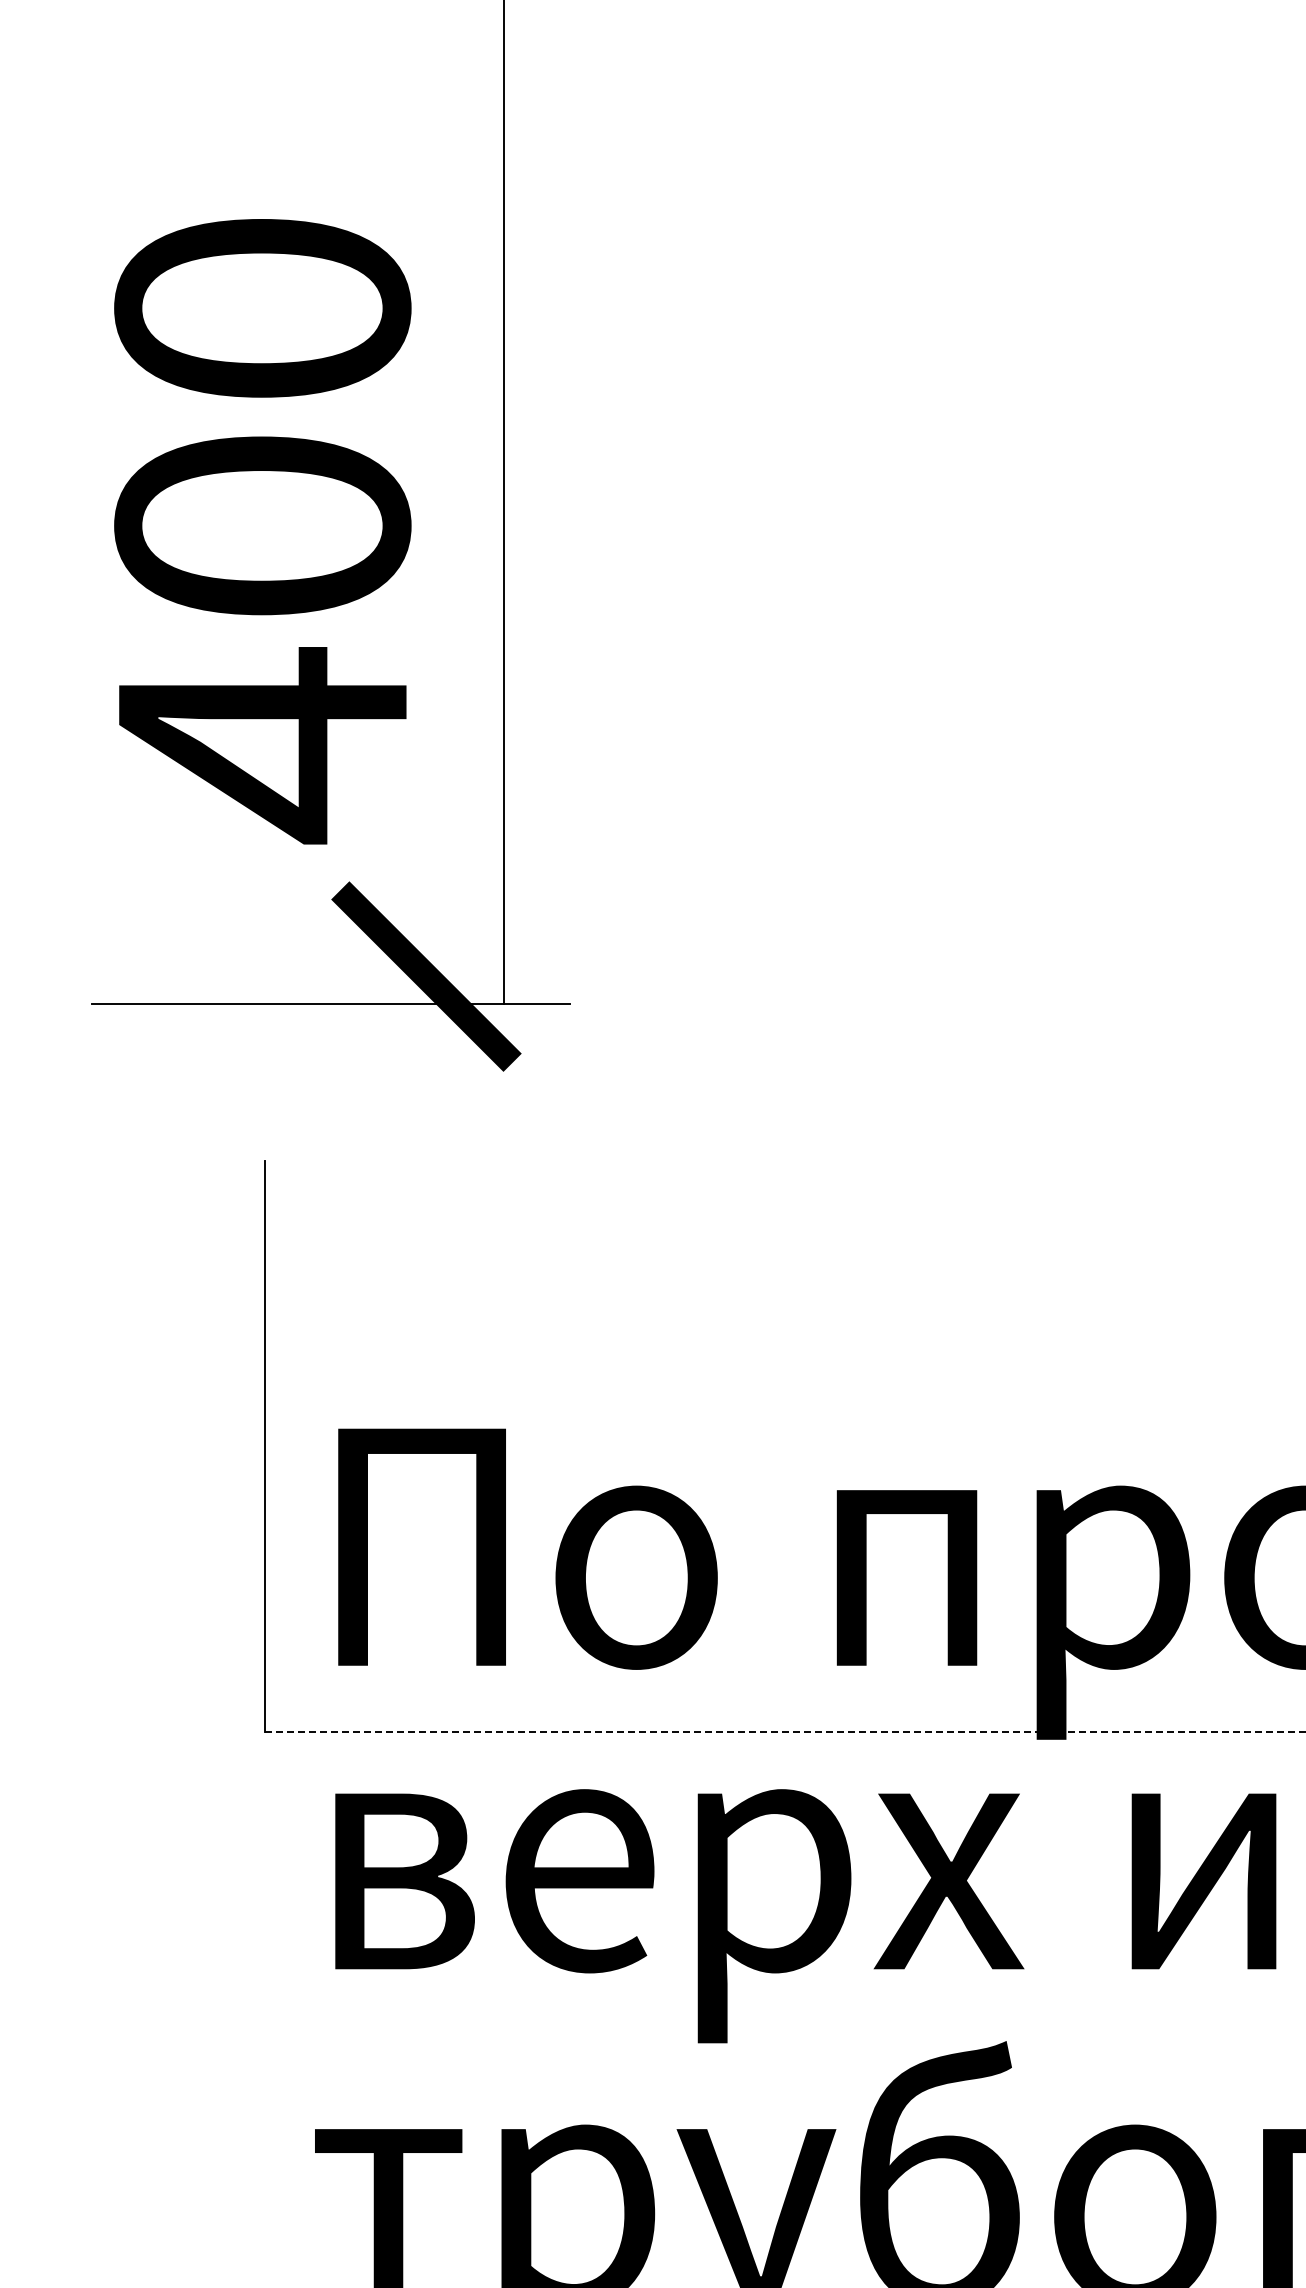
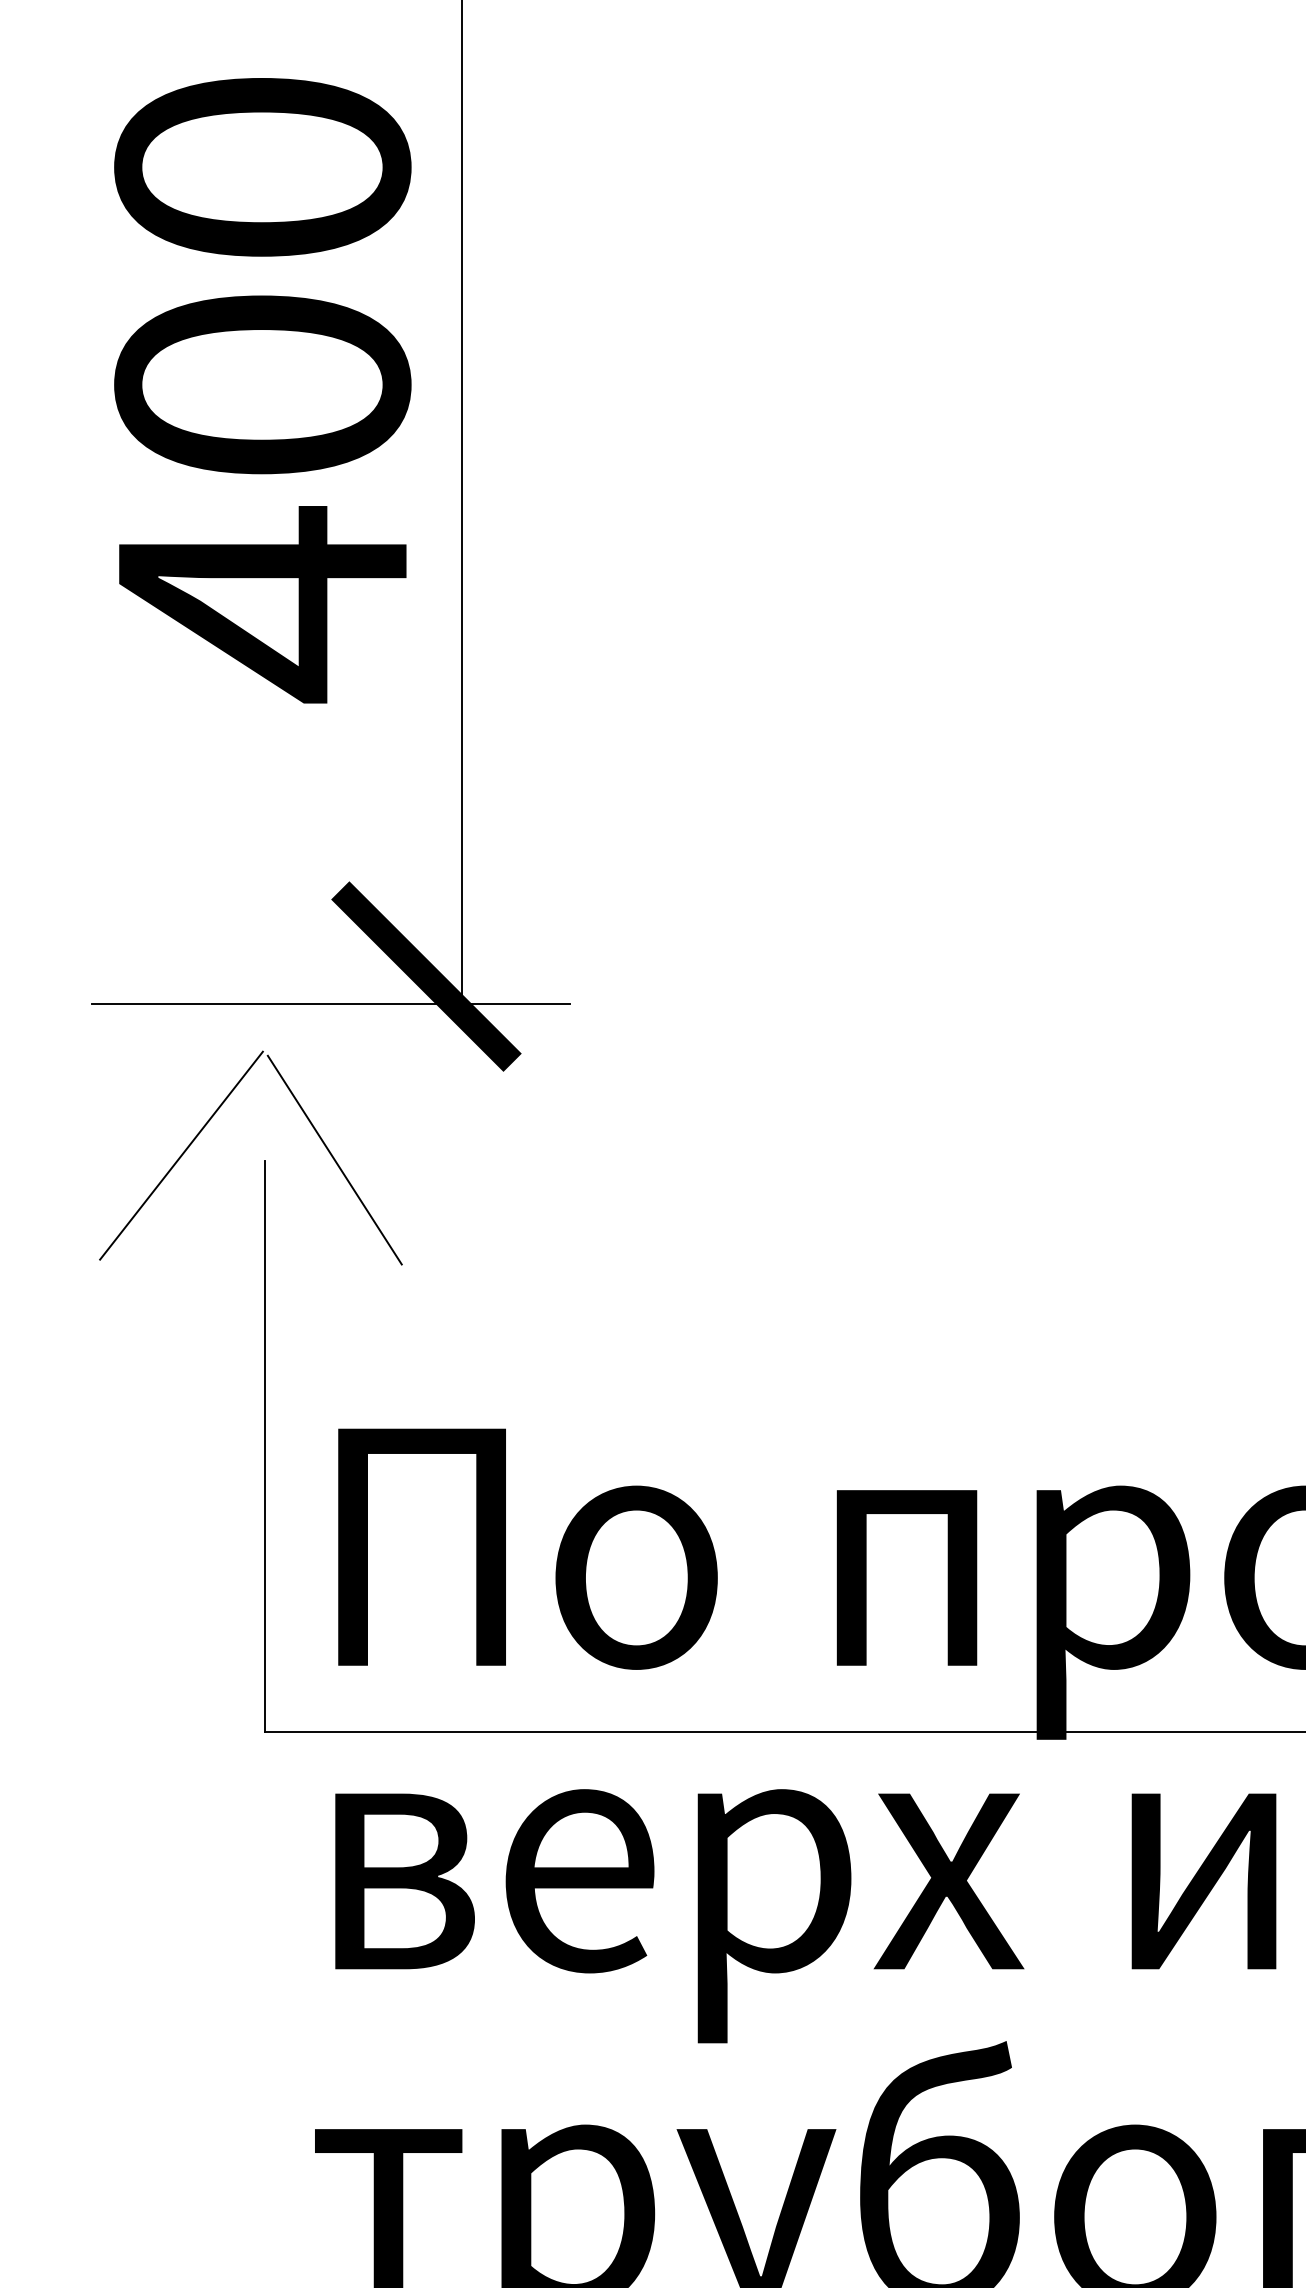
line at (503, 502) position: (503, 502) -> (461, 502)
text at (262, 531) position: (262, 531) -> (262, 390)
part at (207, 1124): none -> present
line at (785, 1731): dashed -> solid
